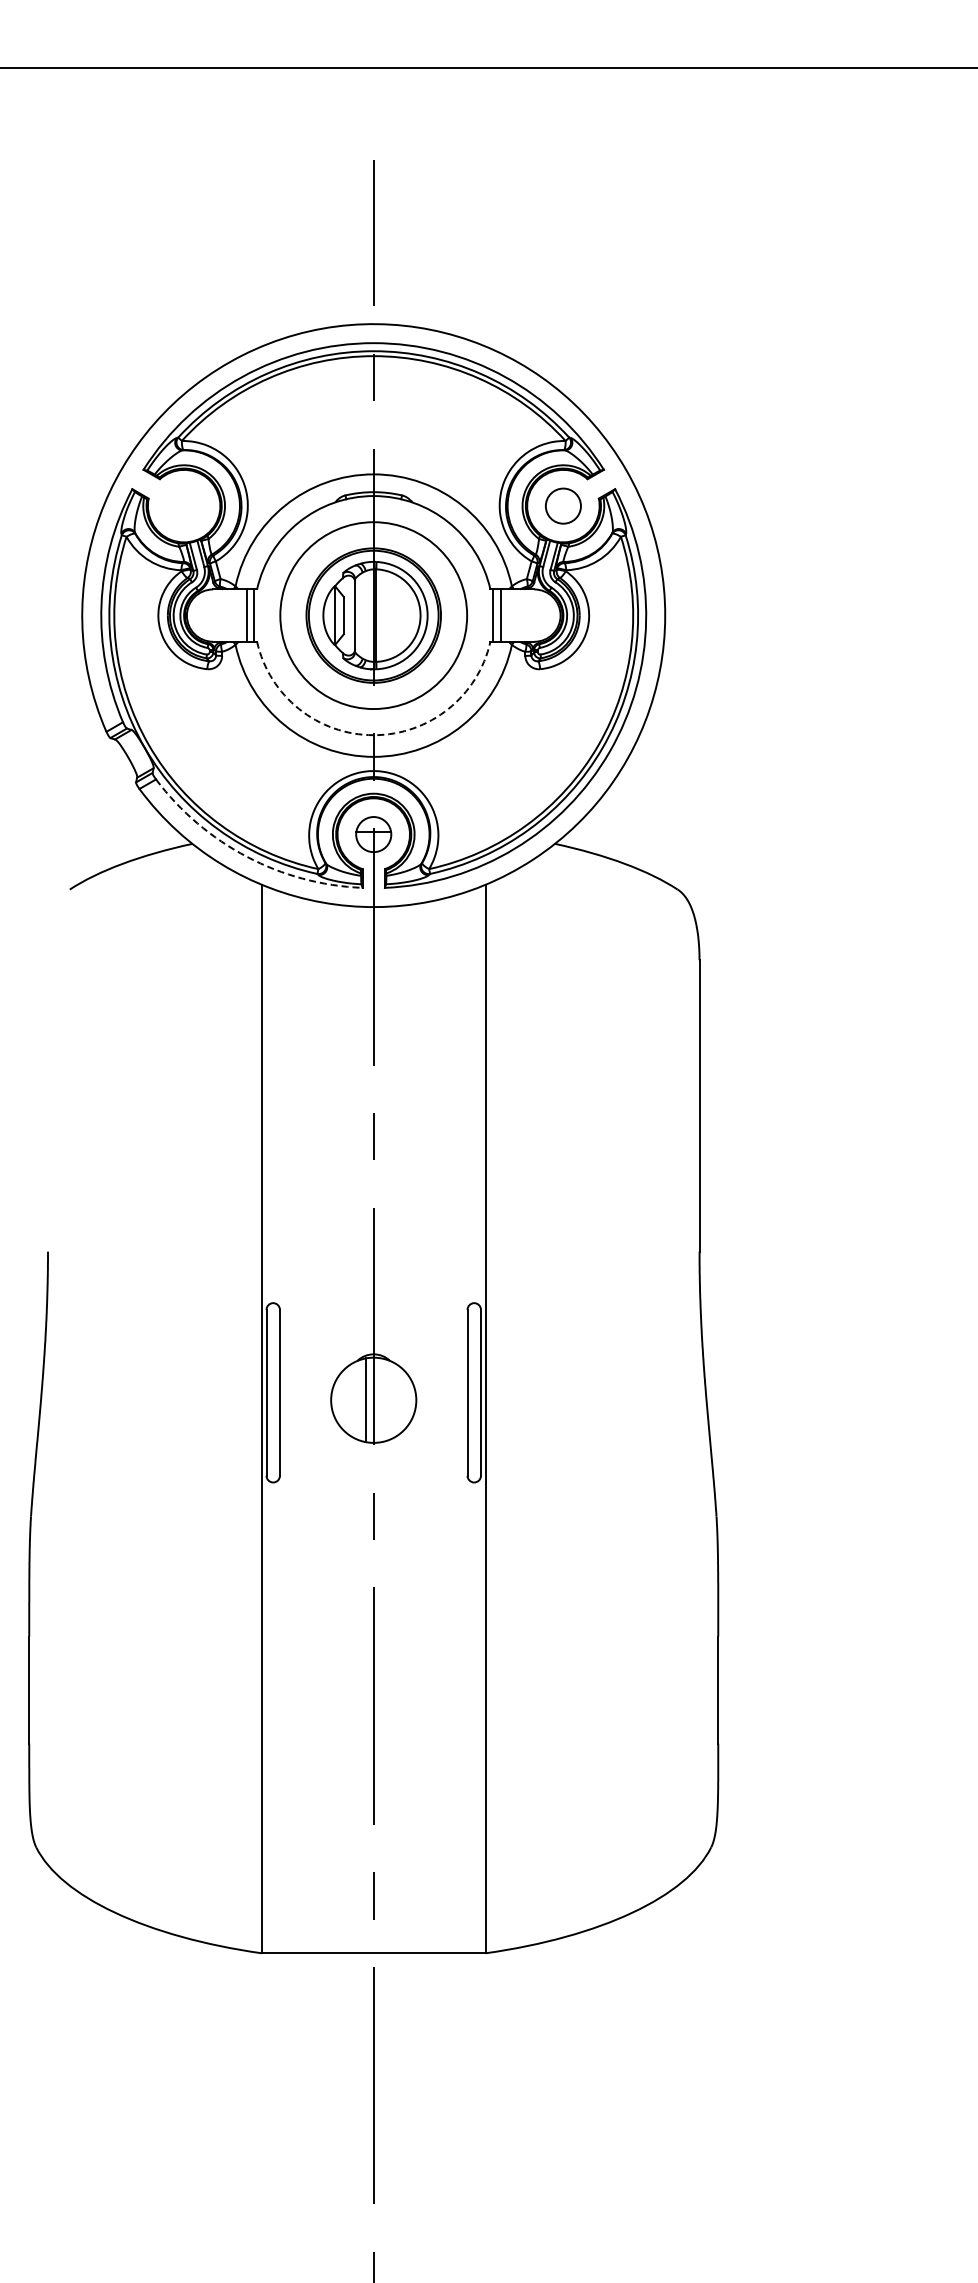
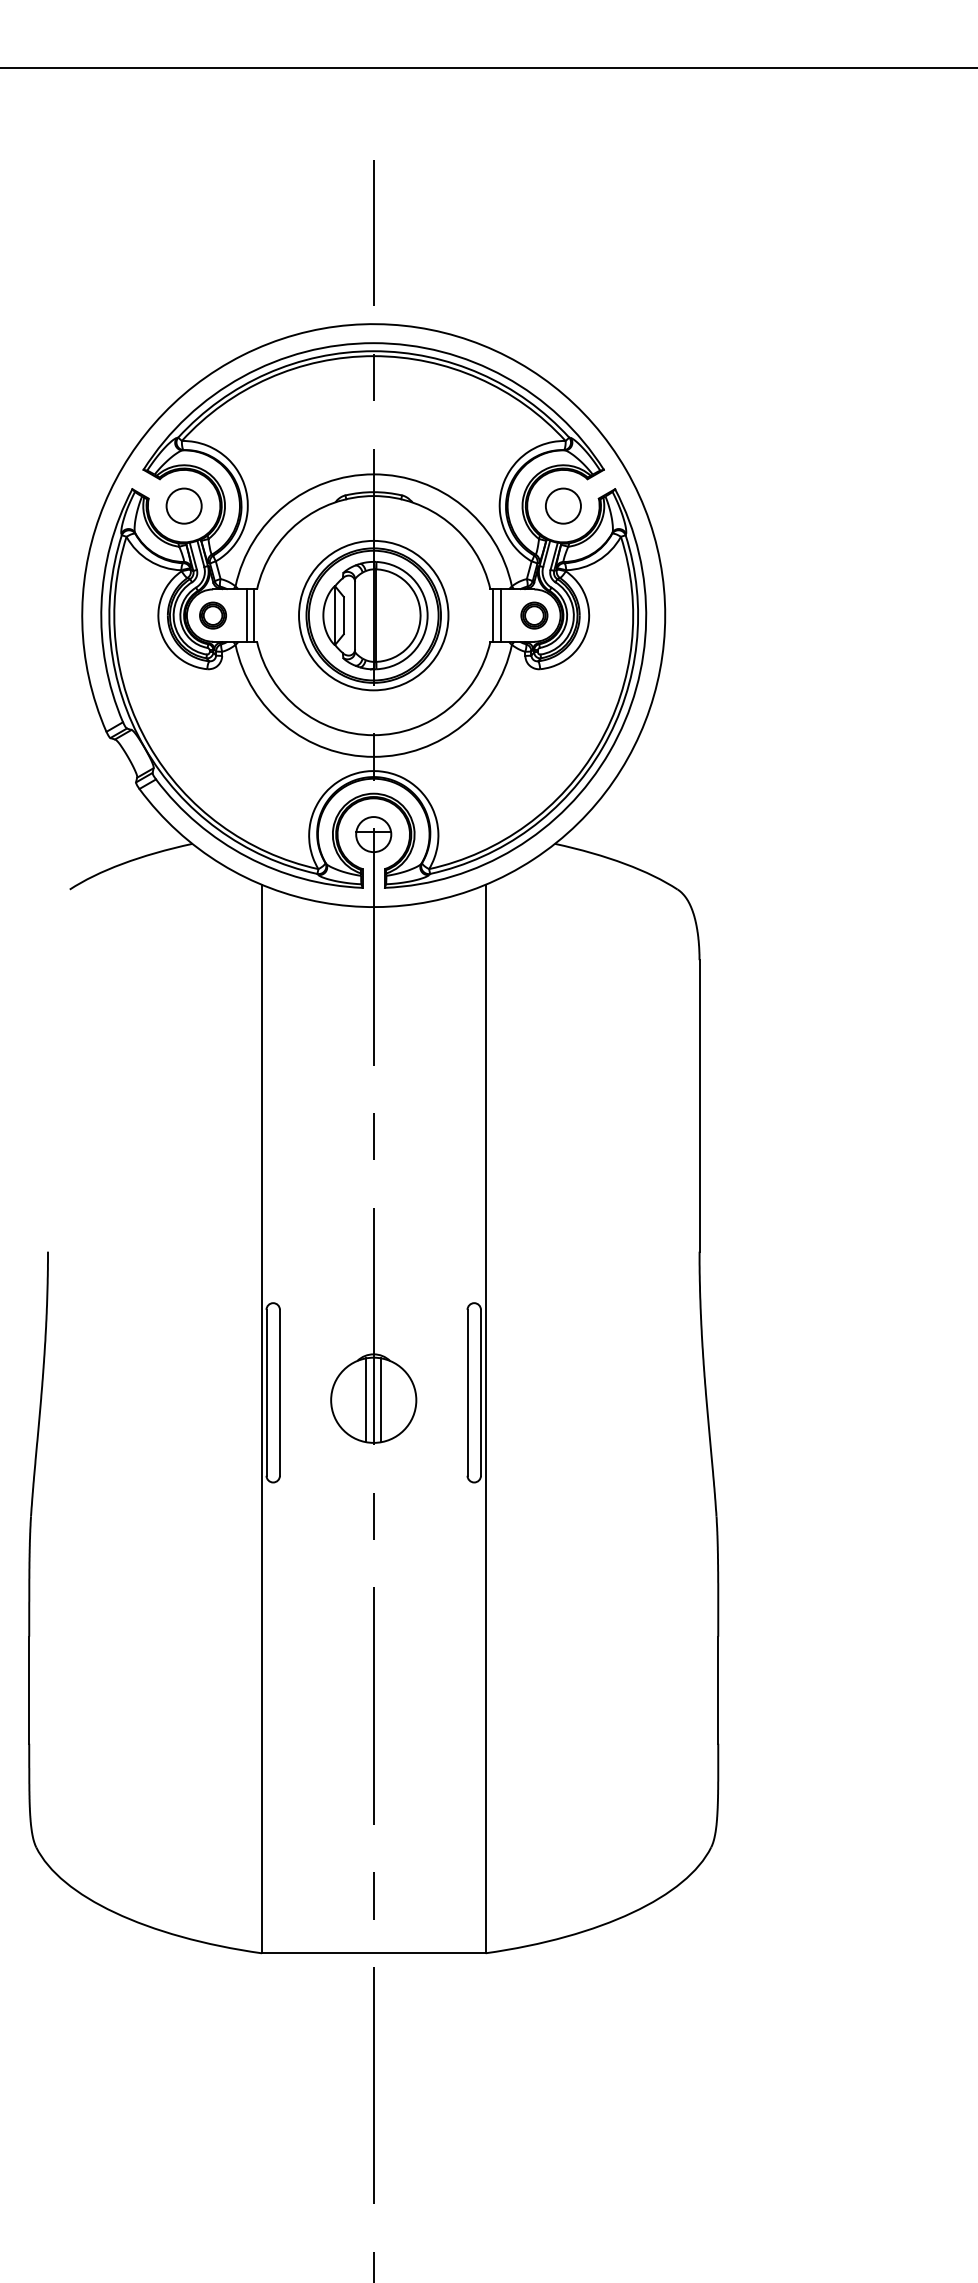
circle at (183, 505): none -> present
part at (212, 615): none -> present
circle at (373, 615) diameter: 187 px -> 149 px
part at (534, 615): none -> present
arc at (373, 735): dashed -> solid
arc at (247, 856): dashed -> solid
line at (381, 1400): none -> present
